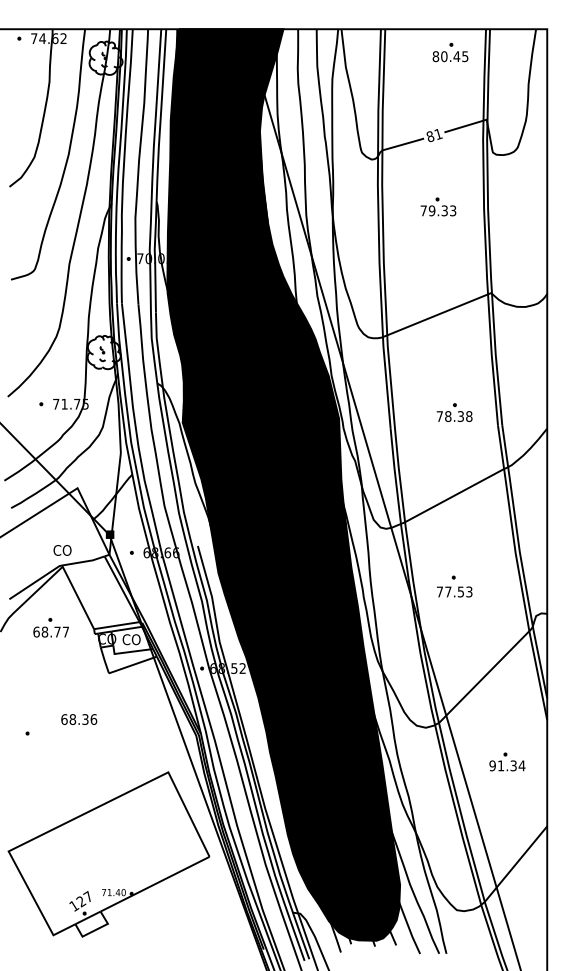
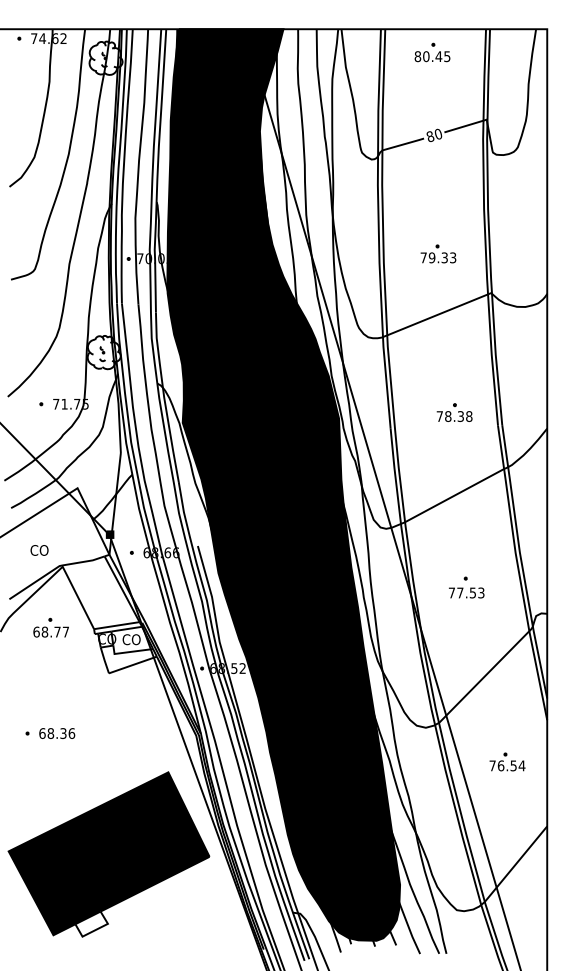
part at (450, 52) position: (450, 52) -> (432, 52)
text at (438, 133): 81 -> 80
part at (438, 206) position: (438, 206) -> (438, 253)
text at (62, 550) position: (62, 550) -> (39, 550)
part at (454, 586) position: (454, 586) -> (466, 587)
text at (79, 719) position: (79, 719) -> (57, 733)
text at (502, 765): 91.34 -> 76.54
fill at (108, 853): none -> present
